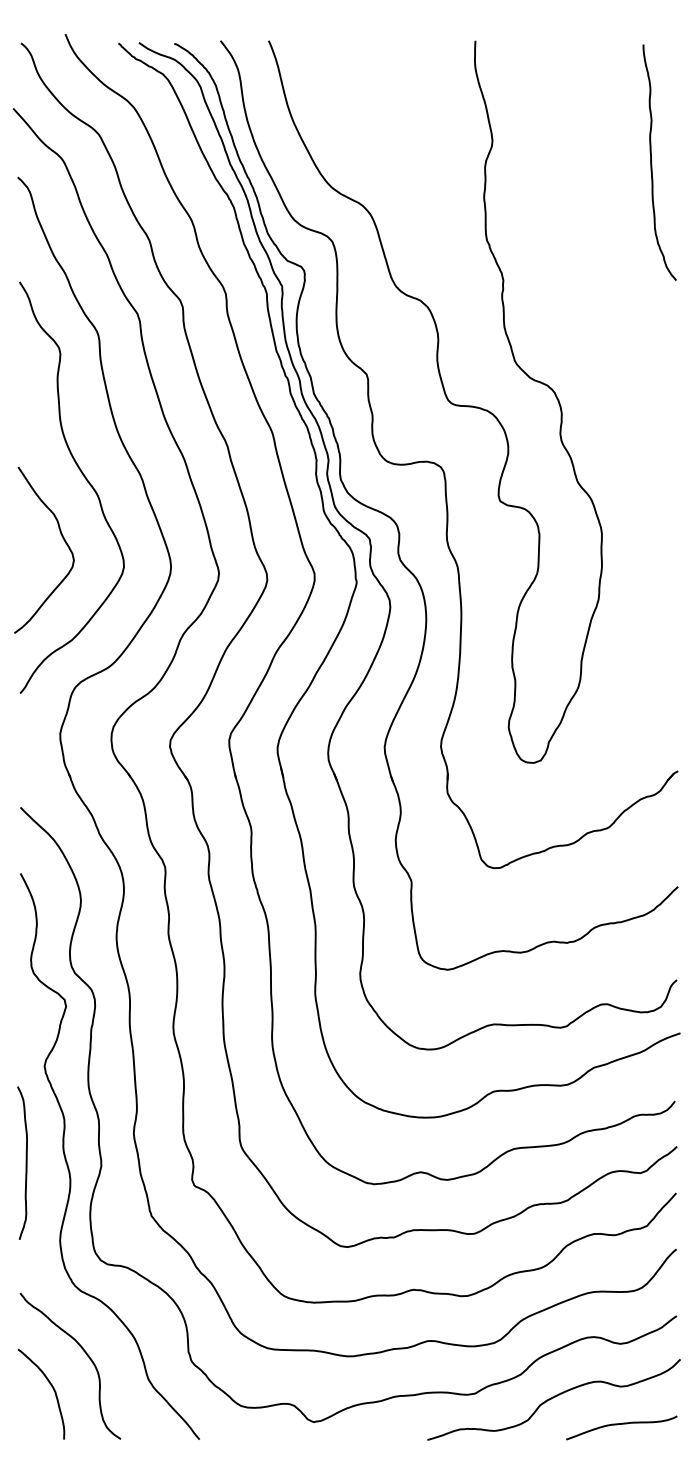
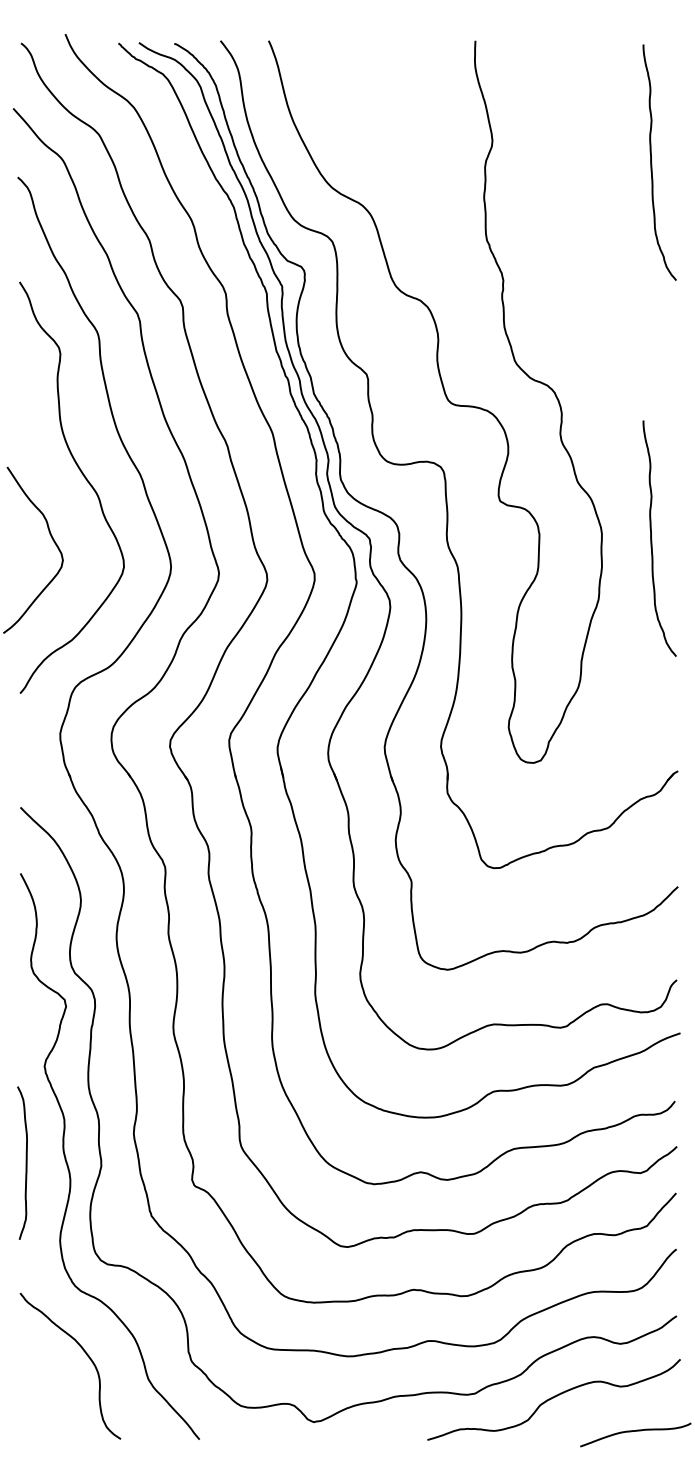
curve at (652, 539): none -> present
curve at (63, 540) position: (63, 540) -> (52, 540)
curve at (50, 1385): present -> none
curve at (621, 1424) position: (621, 1424) -> (635, 1431)
